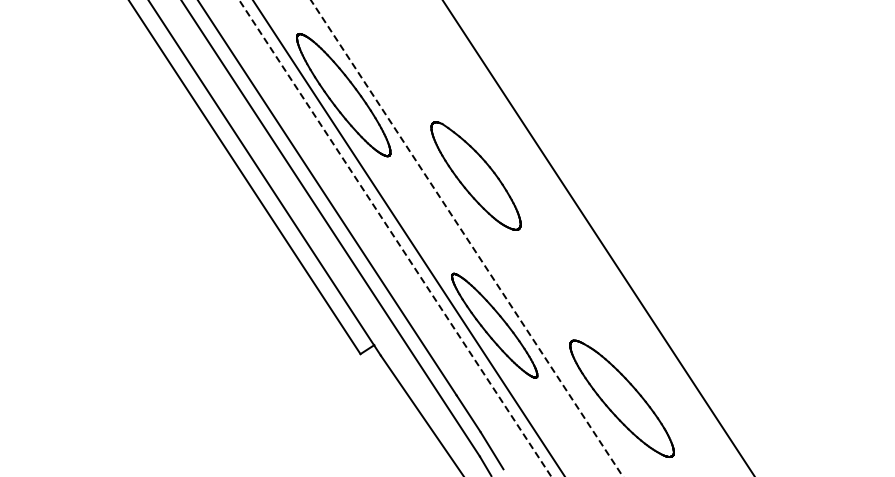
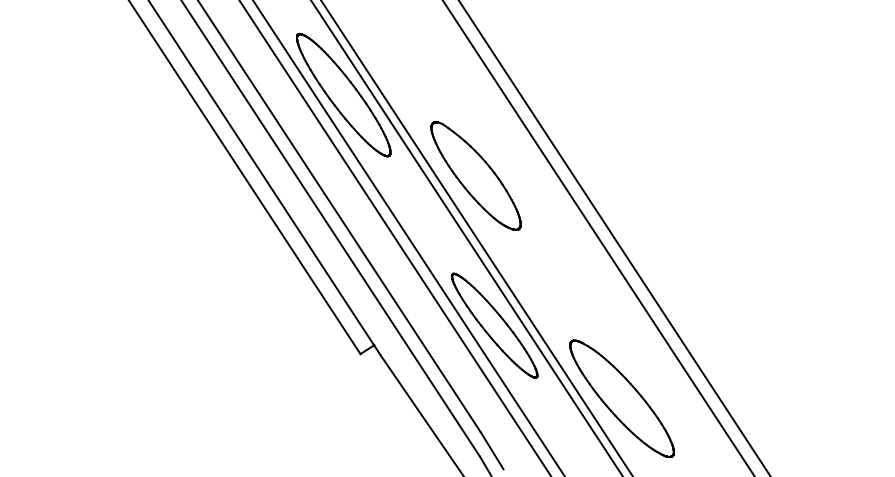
line at (476, 237): none -> present
line at (614, 237): none -> present
line at (395, 238): dashed -> solid
line at (466, 238): dashed -> solid
